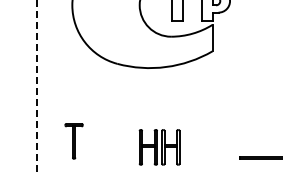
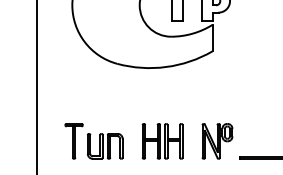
line at (37, 87): dashed -> solid
part at (217, 141): none -> present
part at (105, 146): none -> present
part at (159, 147) position: (159, 147) -> (162, 141)
